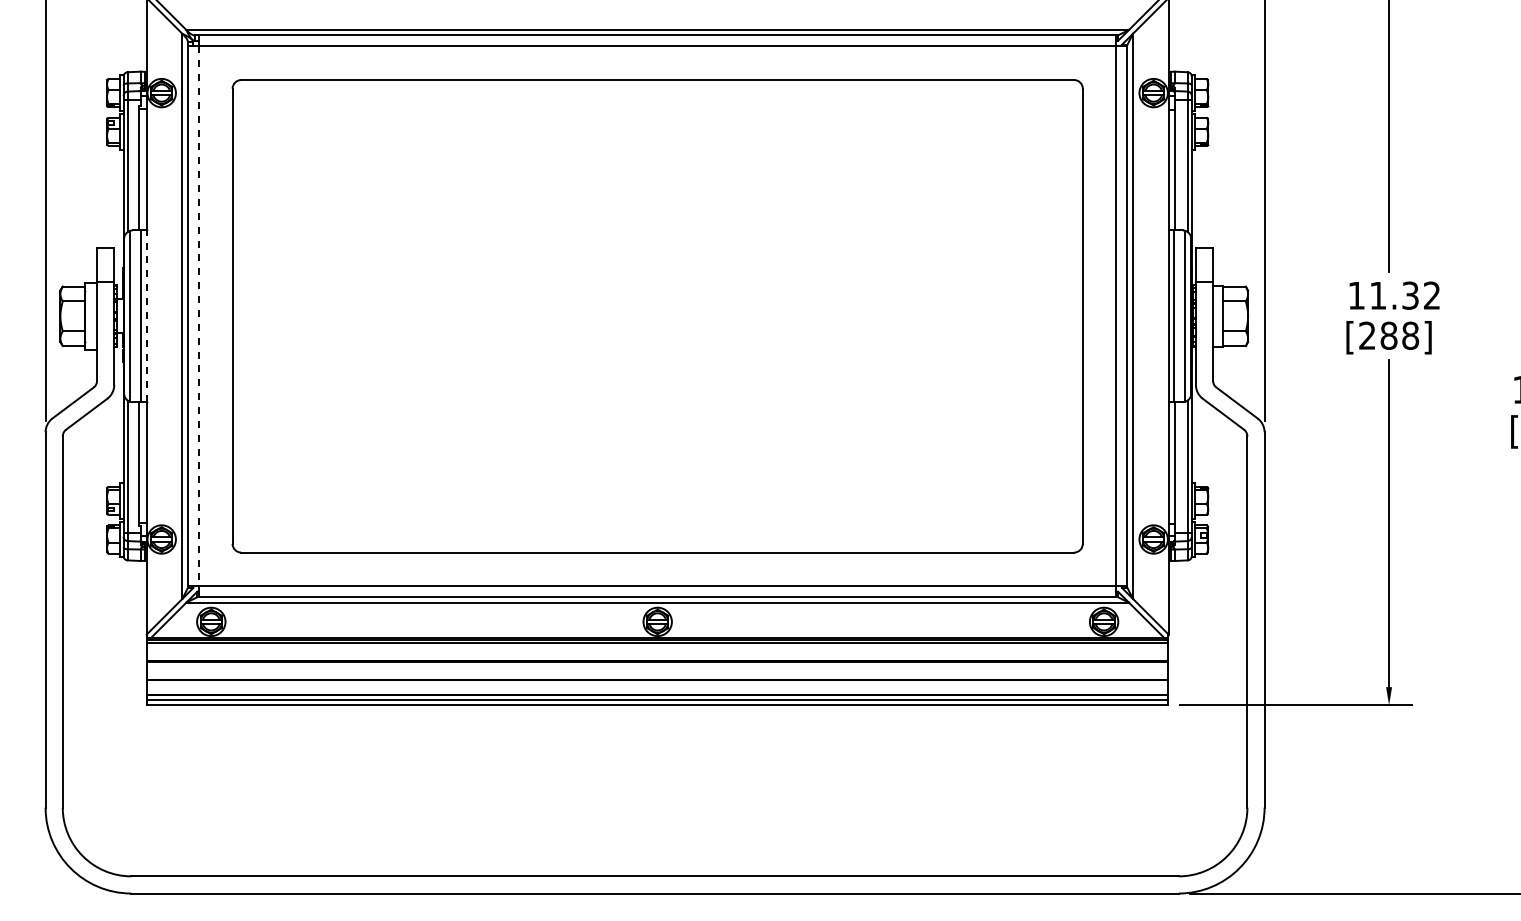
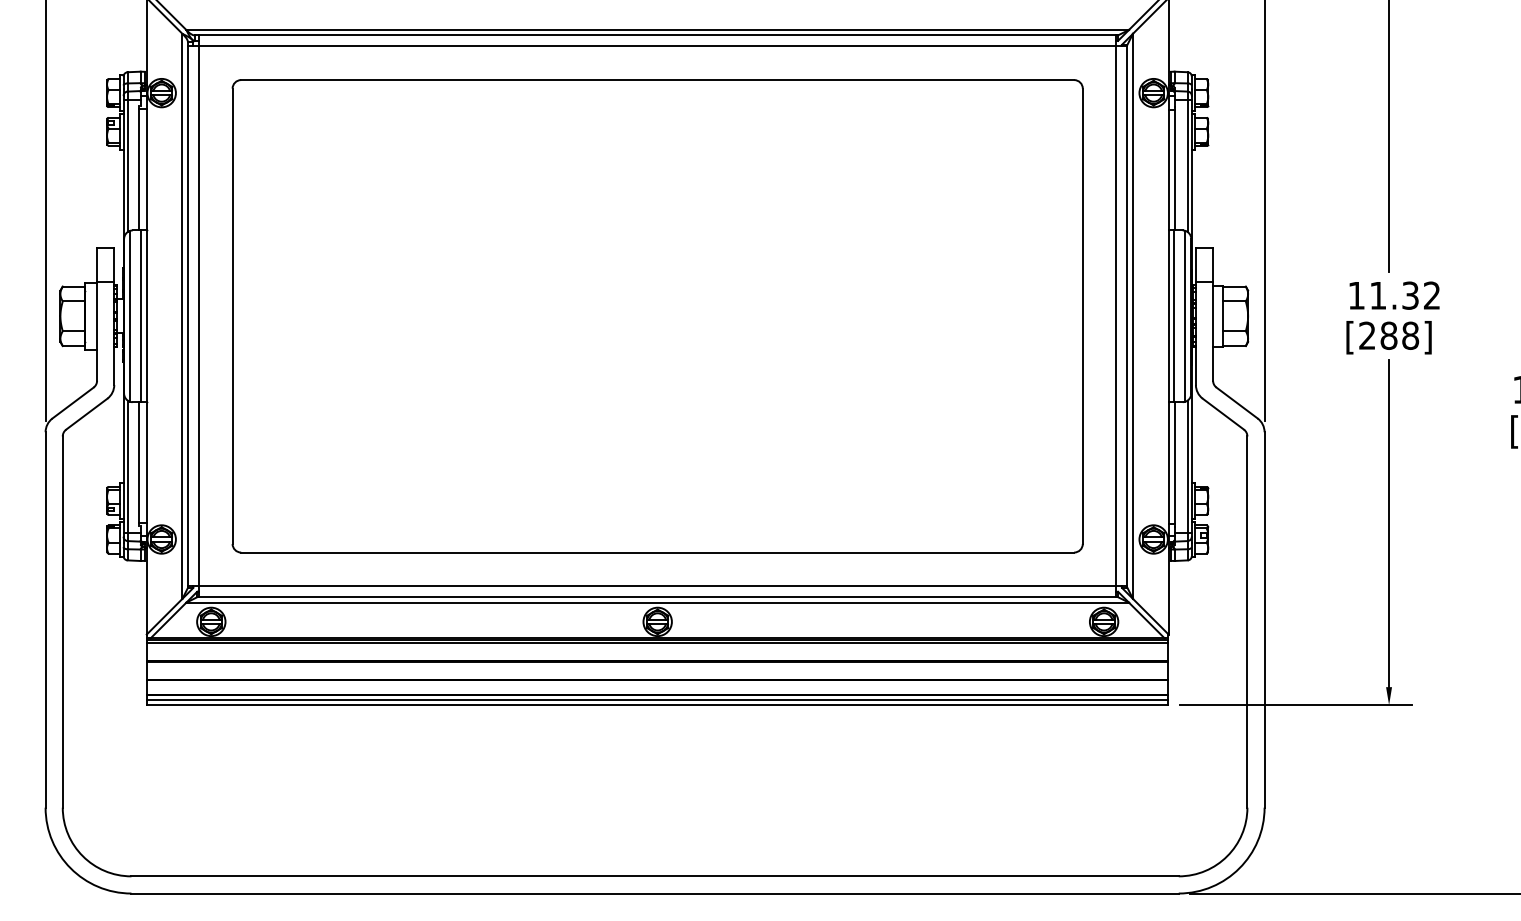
line at (146, 316): dashed -> solid
line at (198, 316): dashed -> solid
